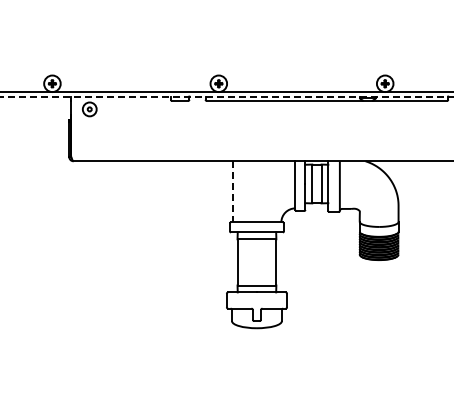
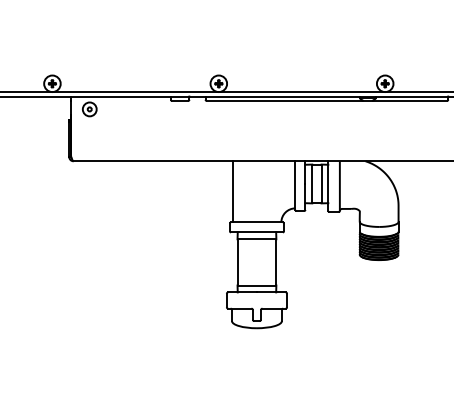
line at (227, 96): dashed -> solid
line at (232, 191): dashed -> solid
